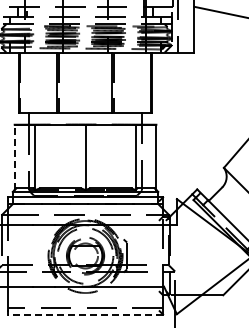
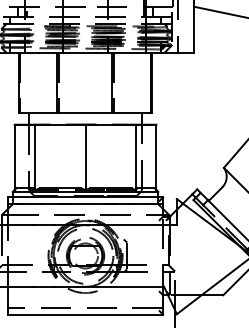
line at (14, 157): dashed -> solid
line at (85, 314): dashed -> solid
